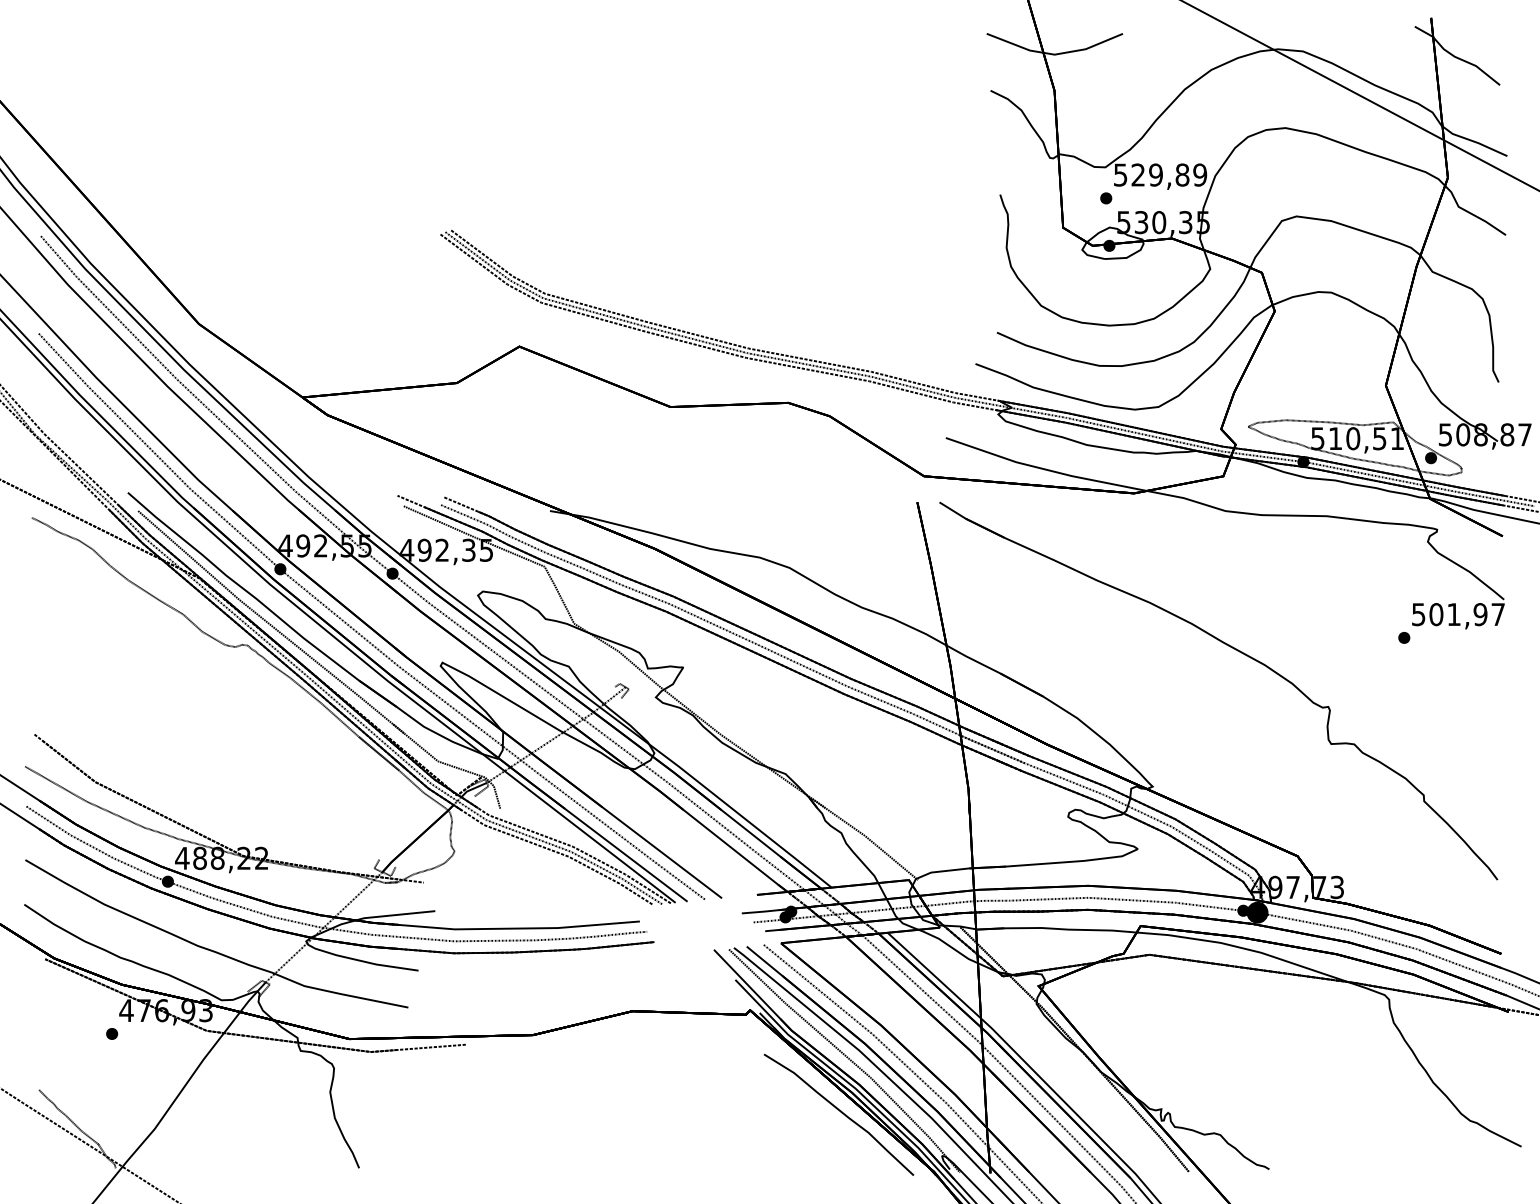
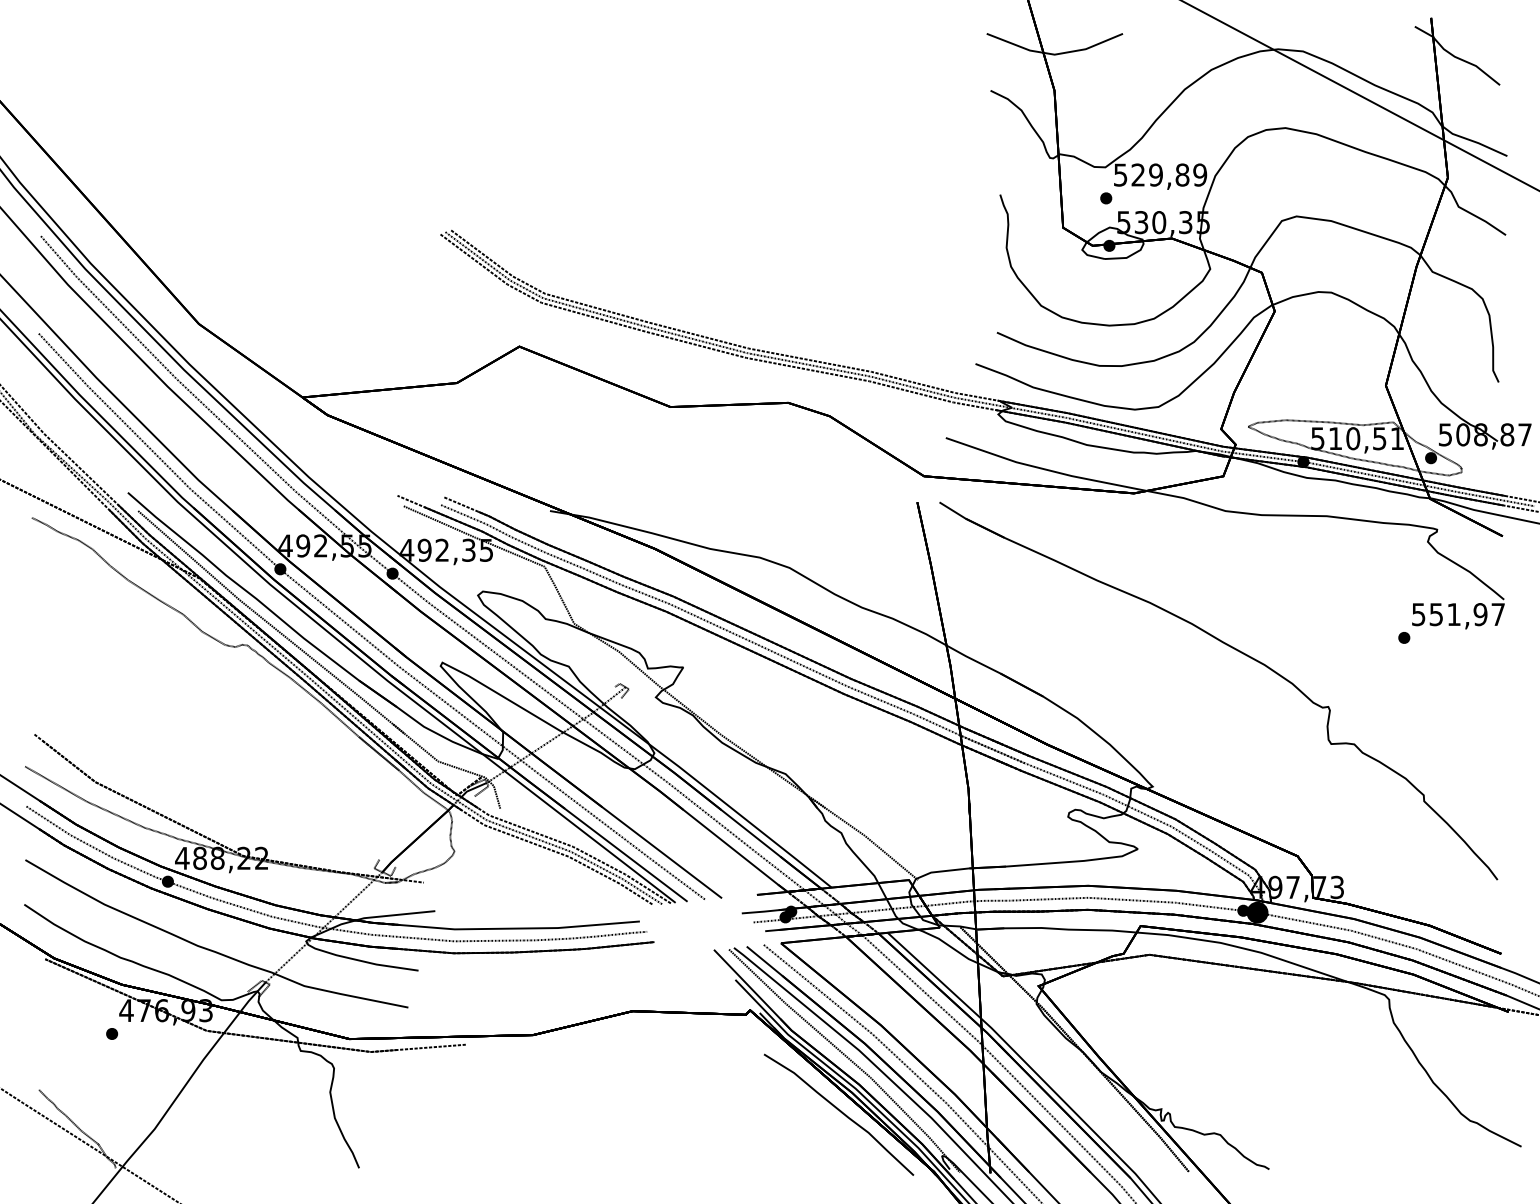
text at (1436, 614): 501,97 -> 551,97
